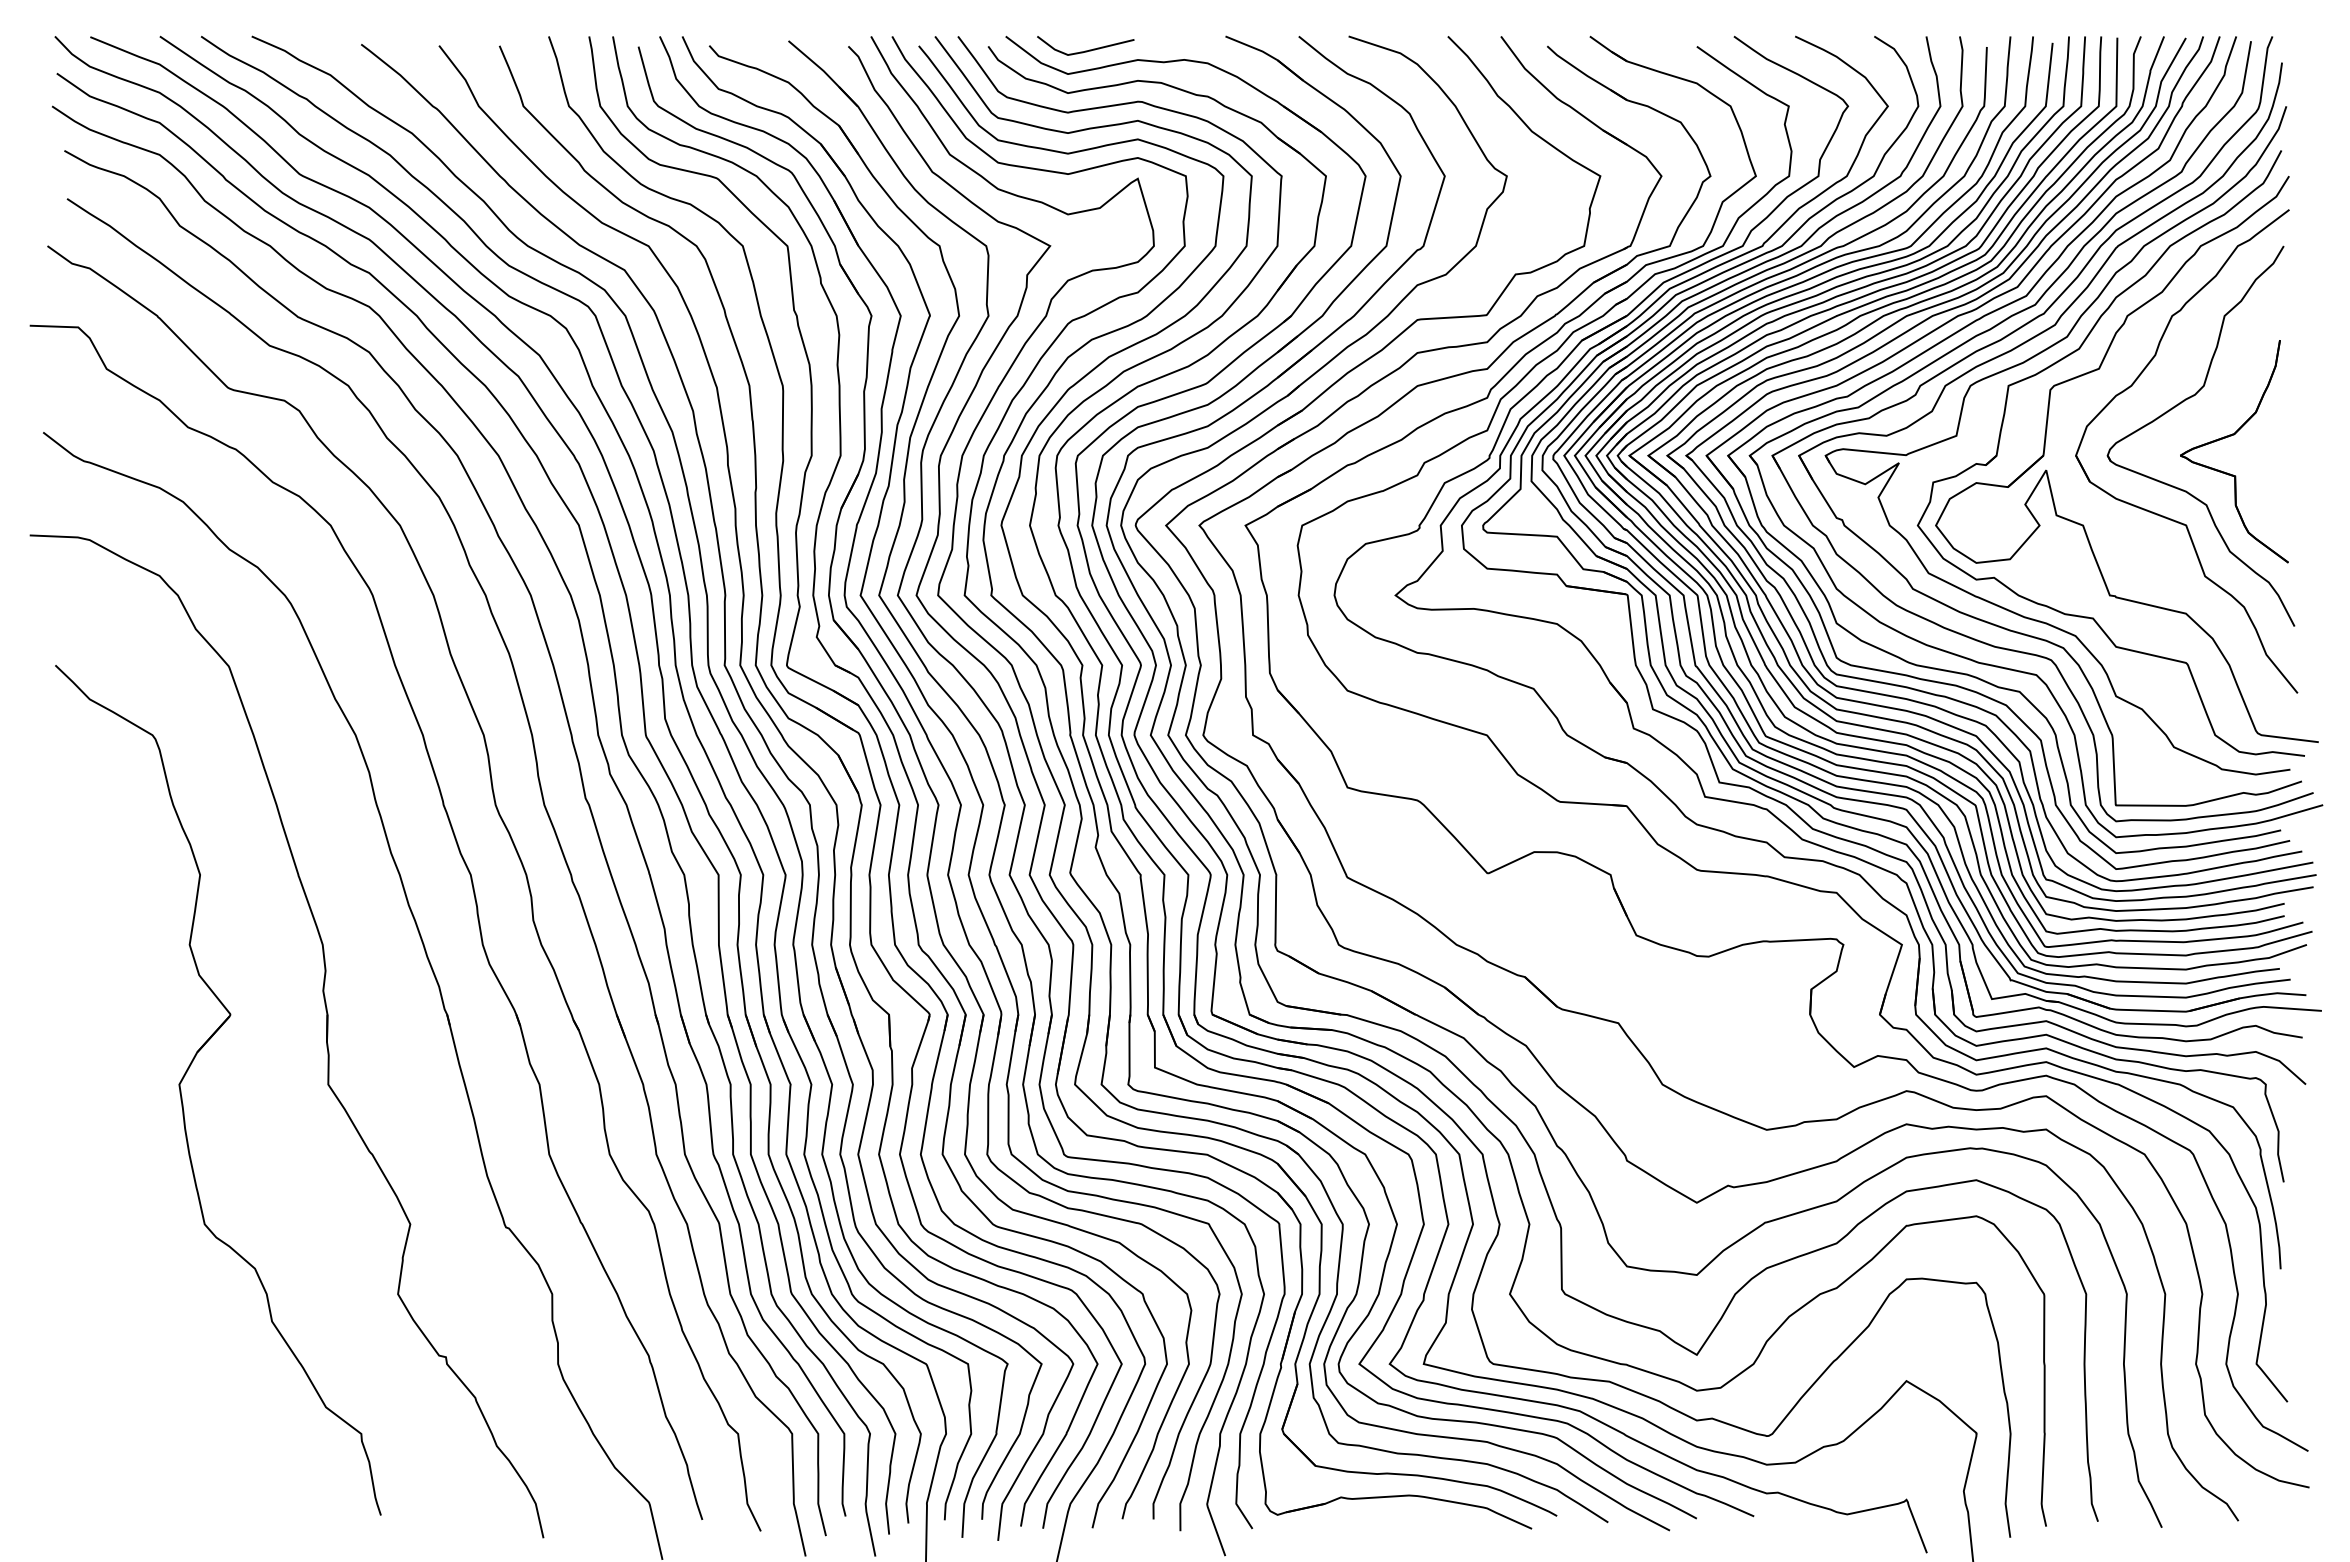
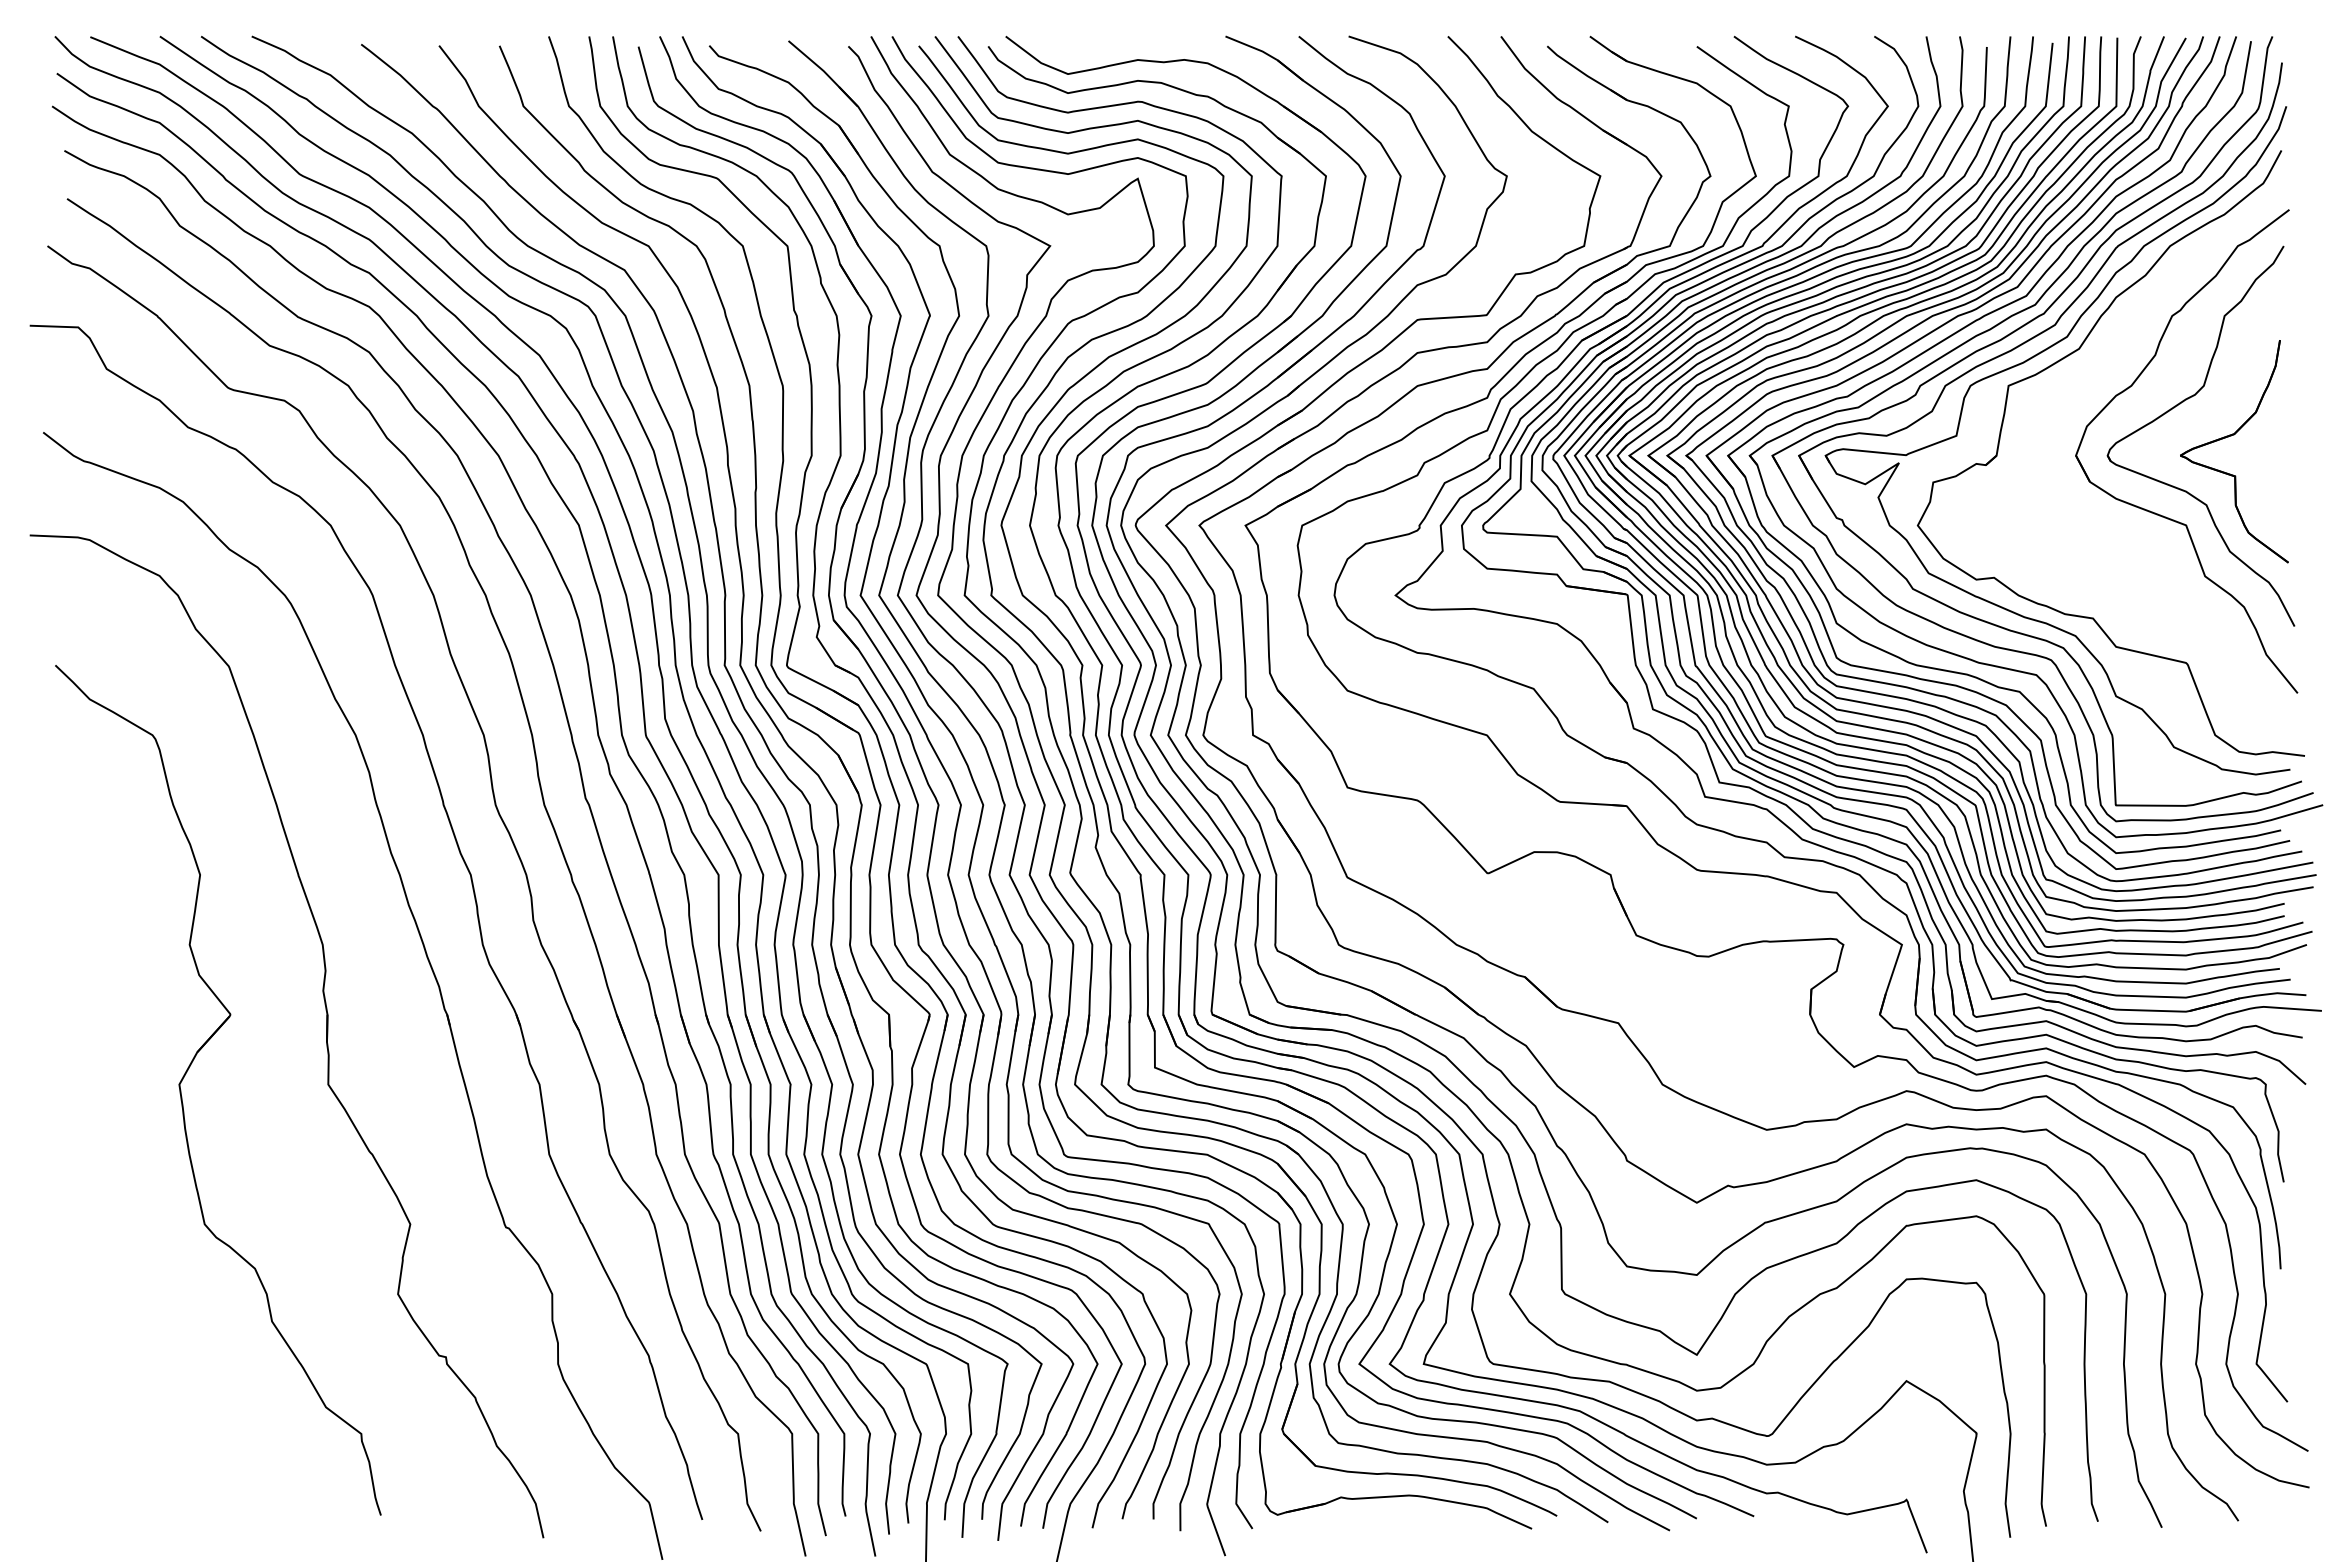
line at (1085, 50): present -> none
part at (2083, 524): present -> none
